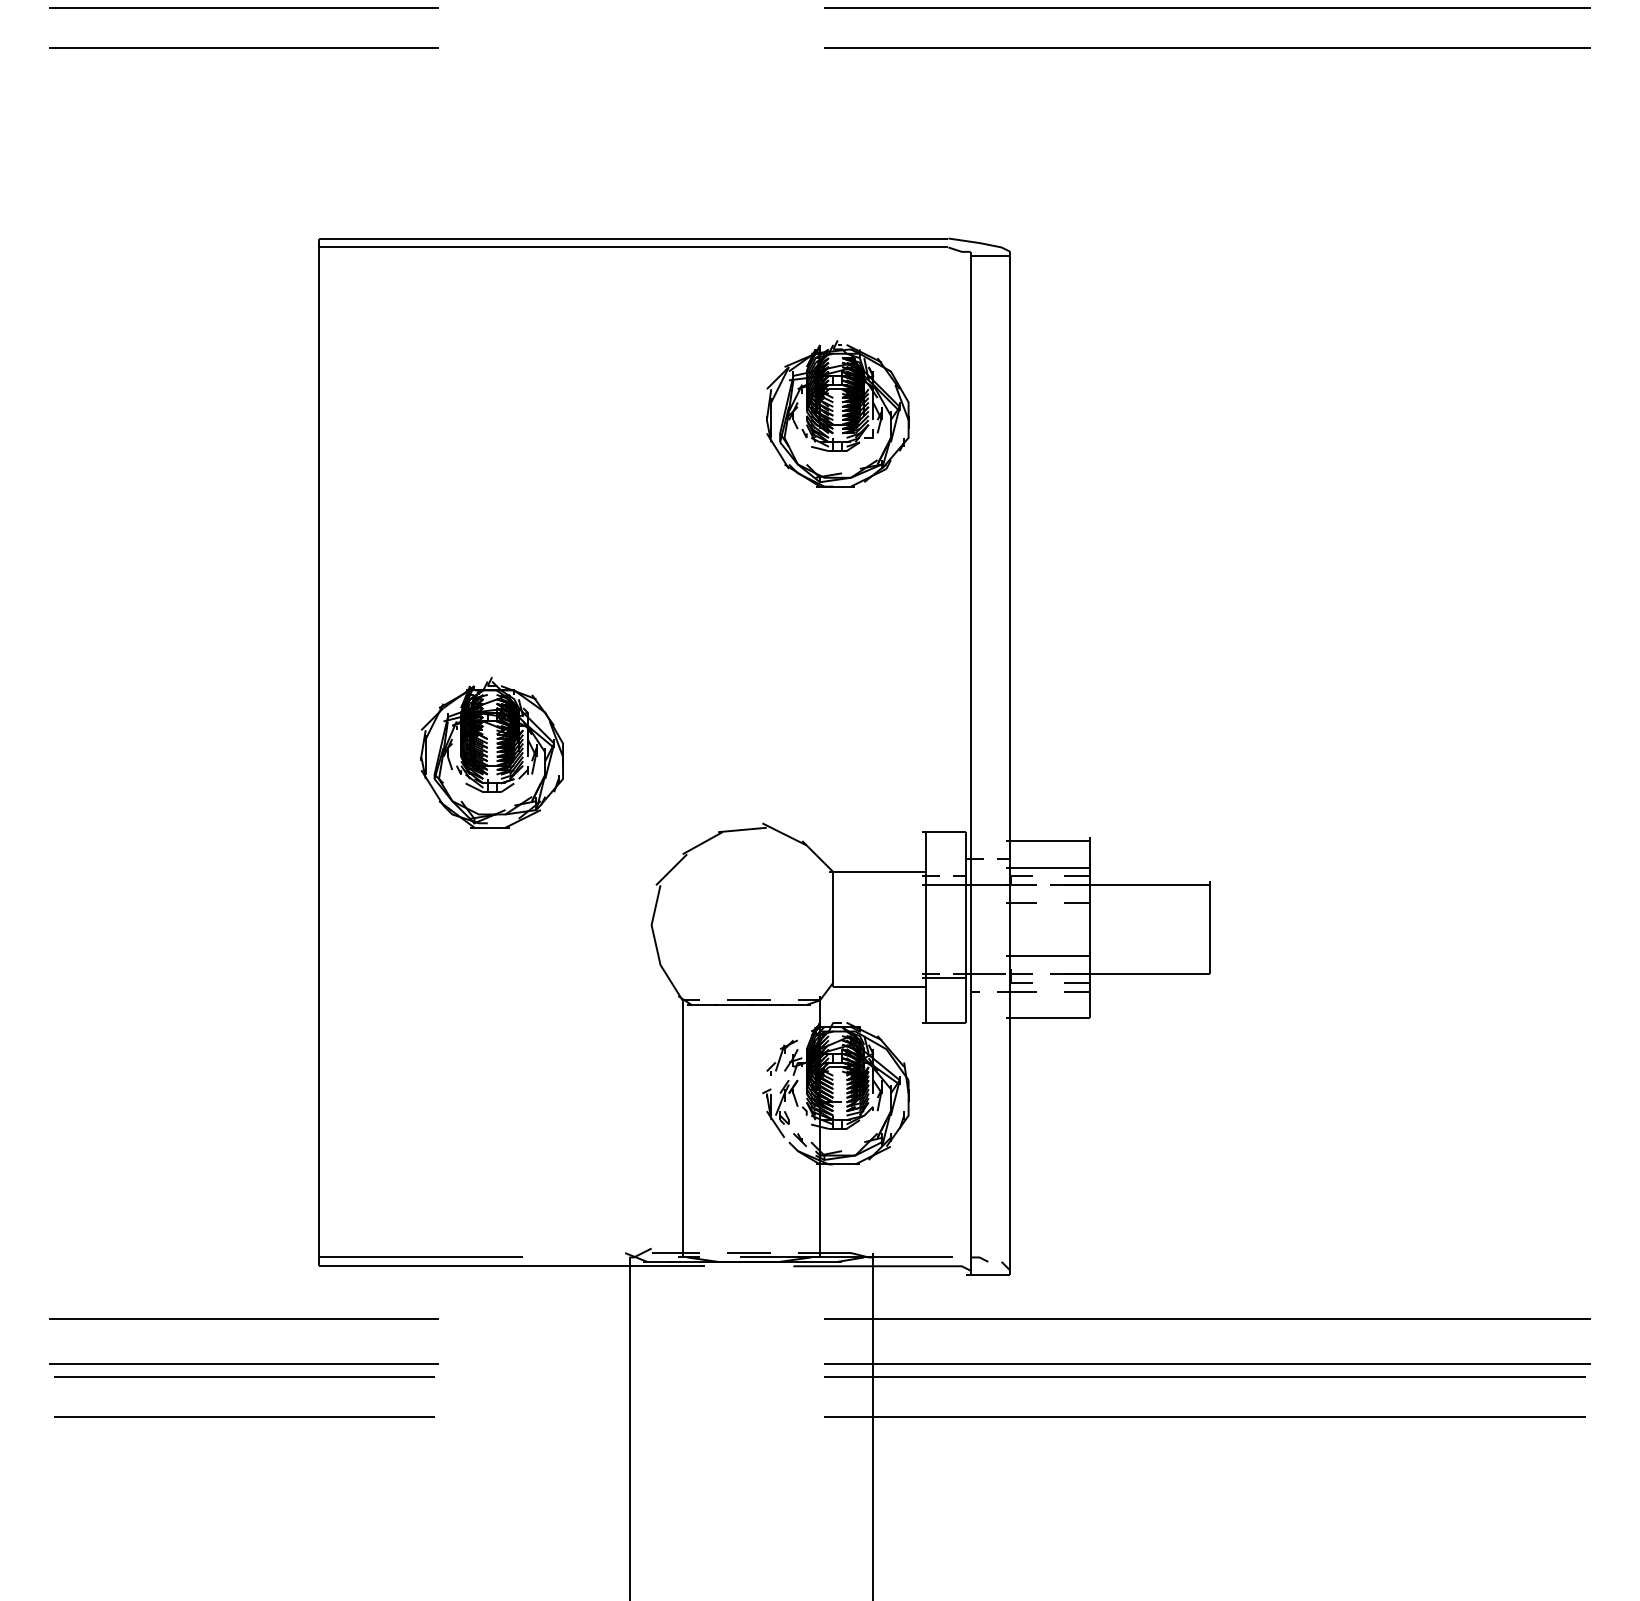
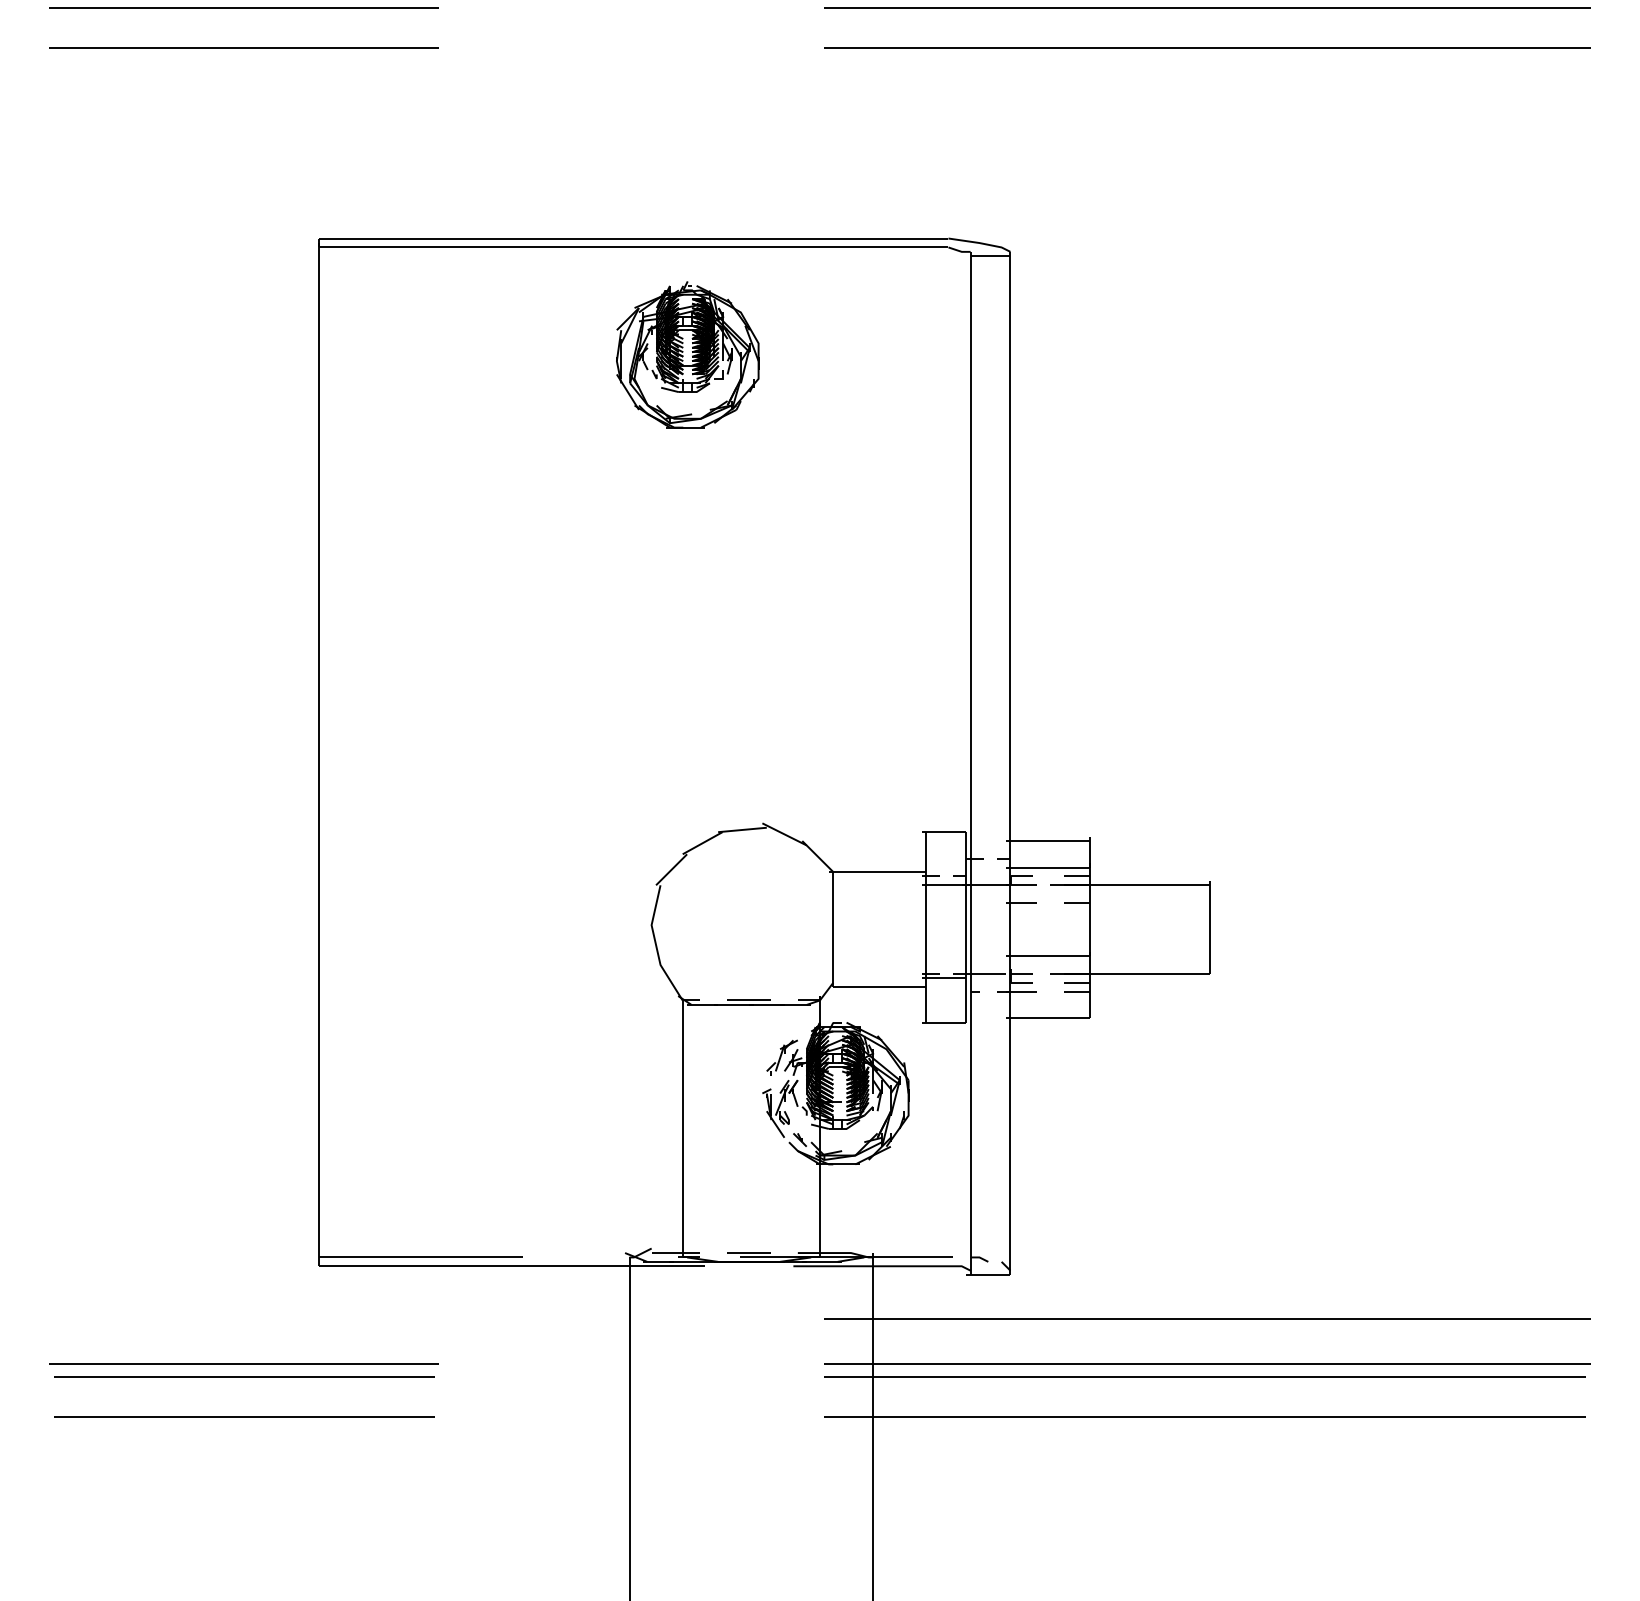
part at (837, 413) position: (837, 413) -> (687, 354)
part at (491, 752): present -> none
line at (243, 1318): present -> none
